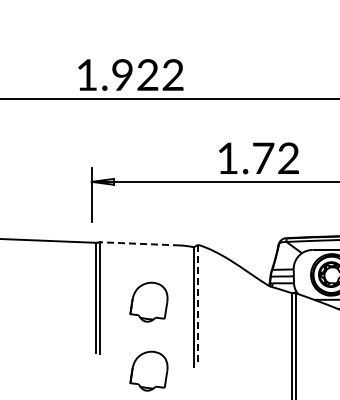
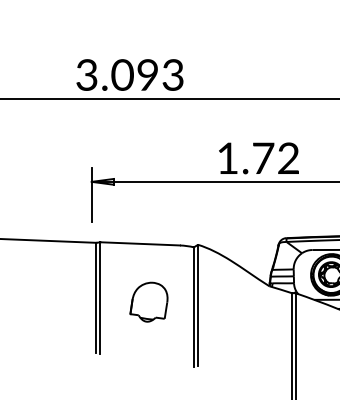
text at (129, 74): 1.922 -> 3.093
line at (140, 243): dashed -> solid
line at (198, 305): dashed -> solid
part at (148, 370): present -> none
